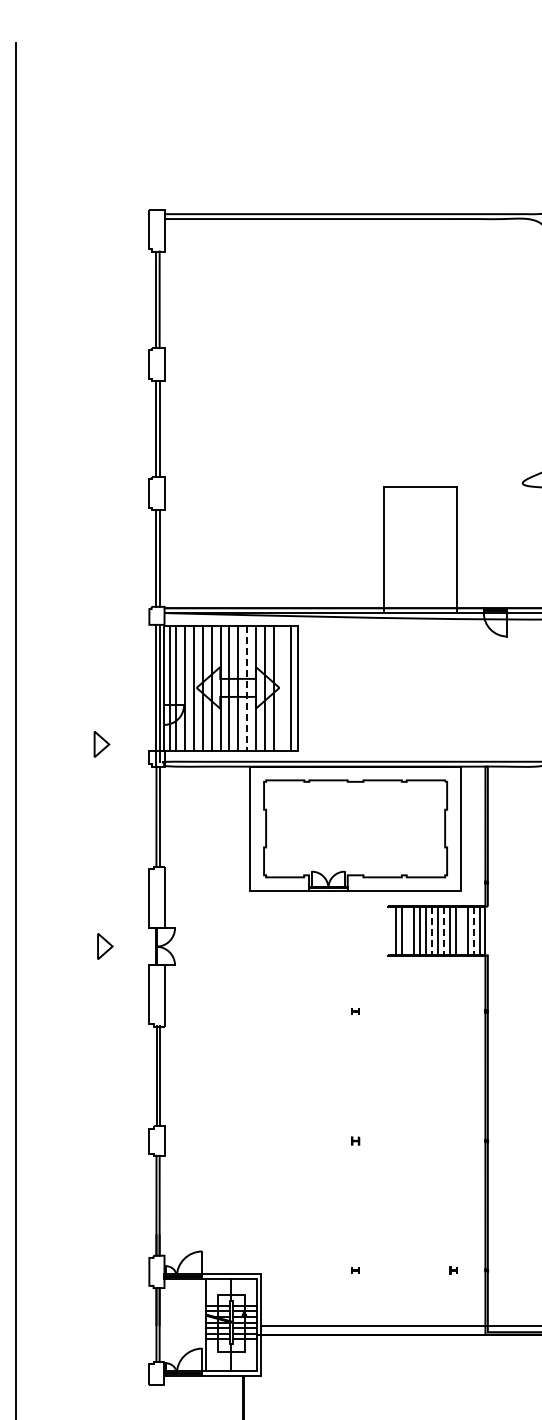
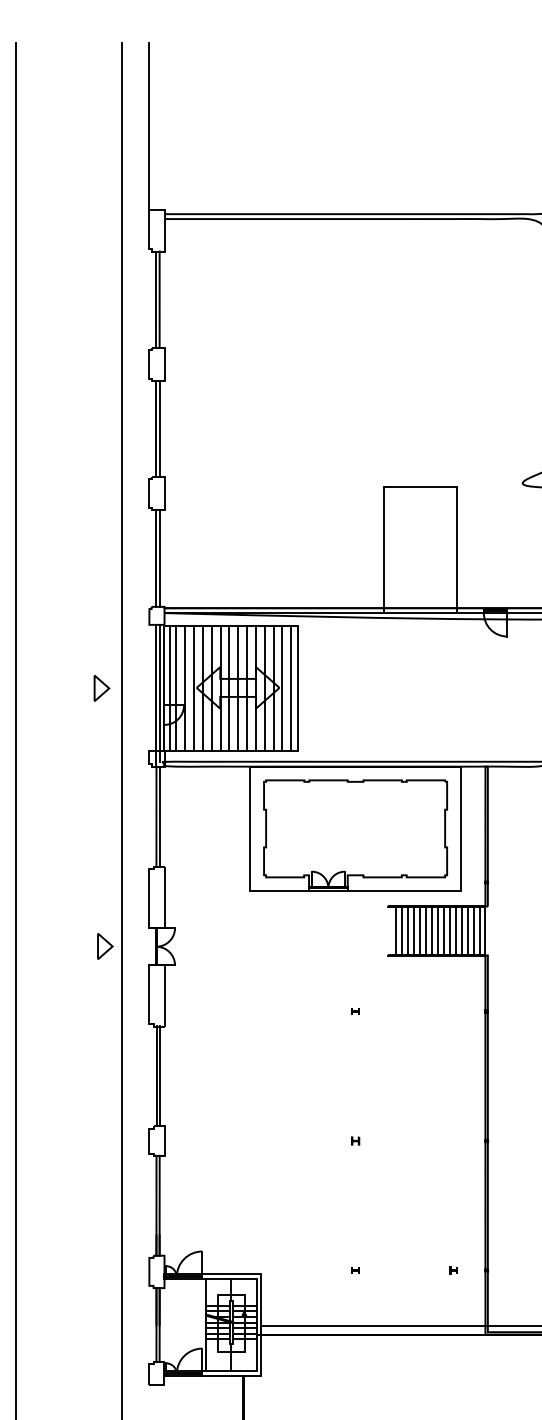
line at (149, 126): none -> present
line at (247, 688): dashed -> solid
line at (282, 688): none -> present
line at (122, 729): none -> present
part at (101, 744) position: (101, 744) -> (101, 688)
line at (407, 930): none -> present
line at (461, 930): none -> present
line at (431, 931): dashed -> solid
line at (443, 931): dashed -> solid
line at (473, 931): dashed -> solid
